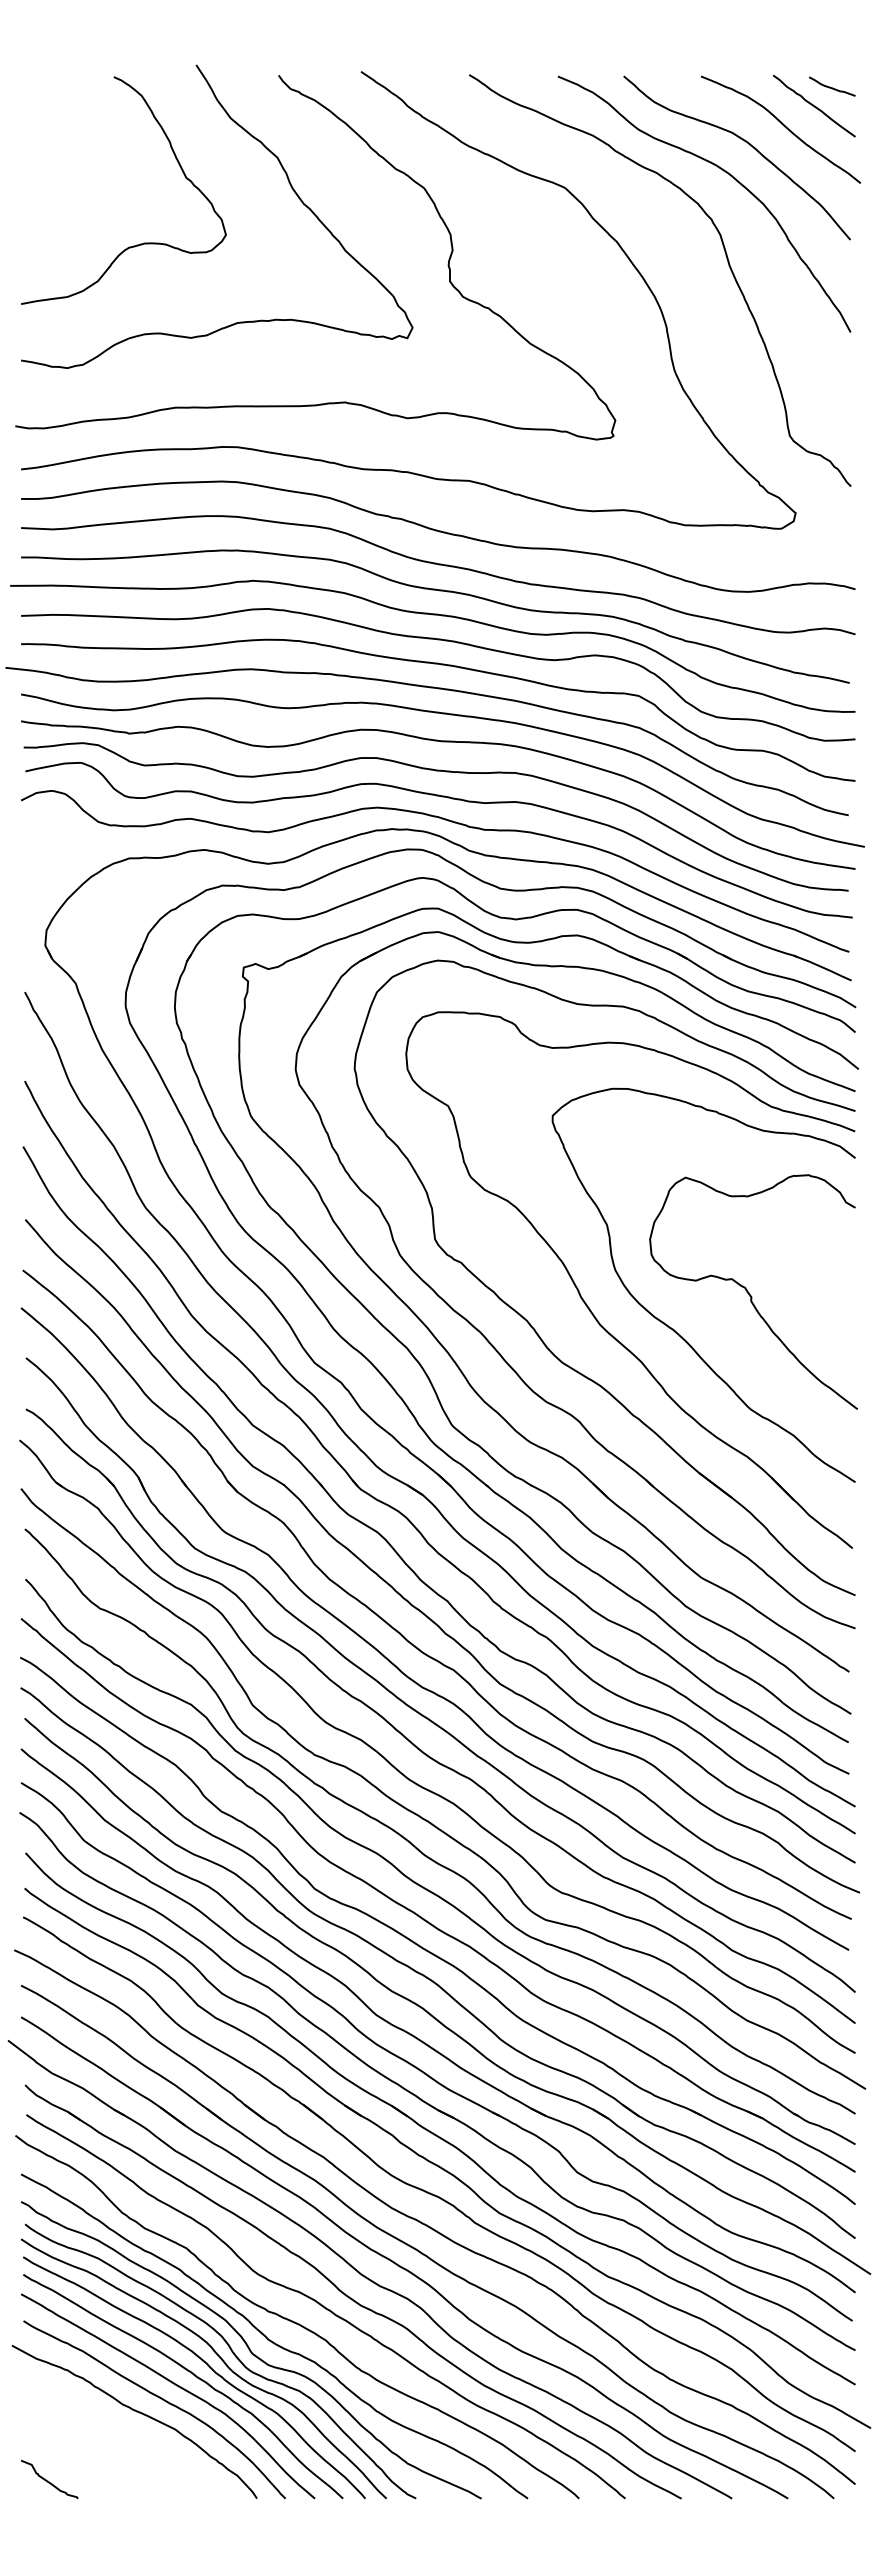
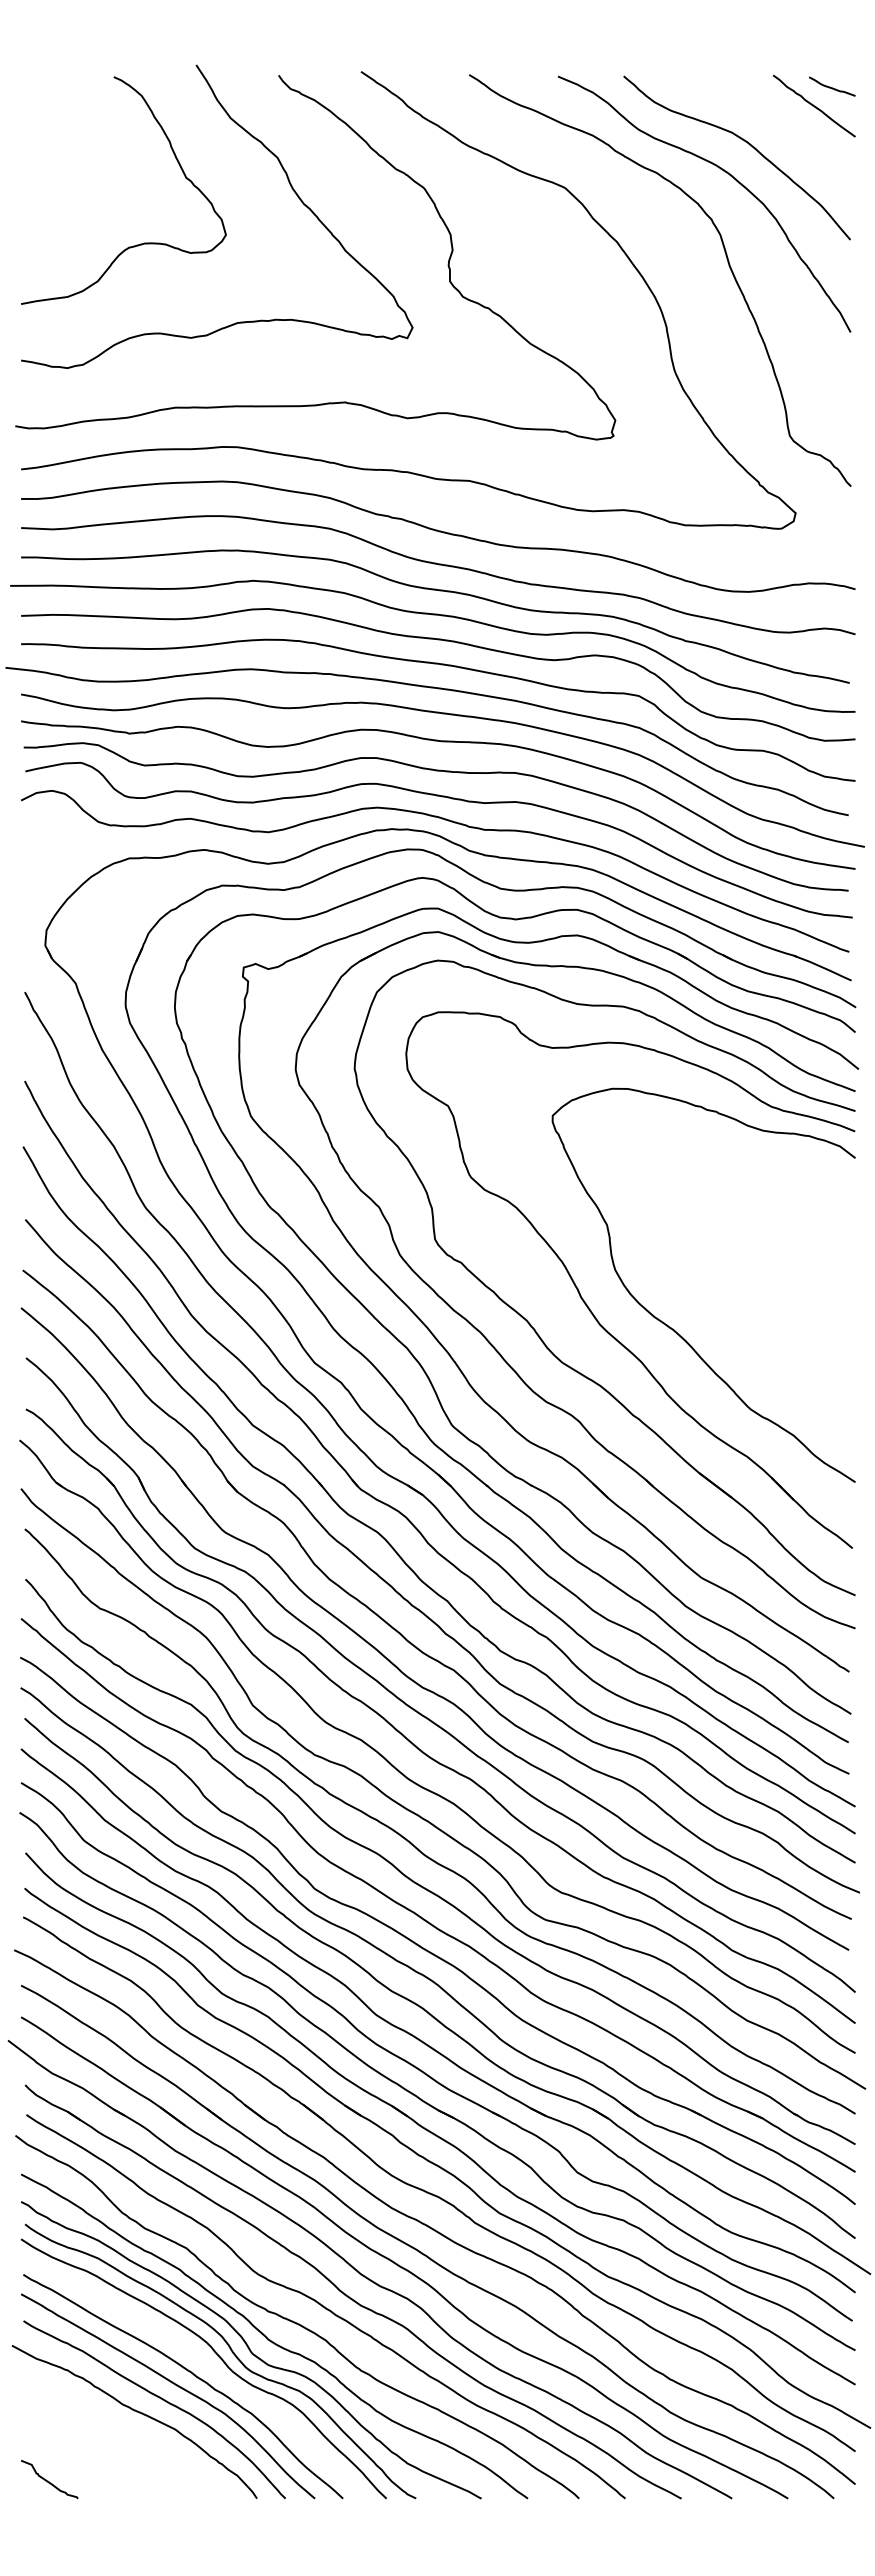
curve at (783, 126): present -> none
curve at (749, 1292): present -> none
curve at (203, 2362): present -> none
